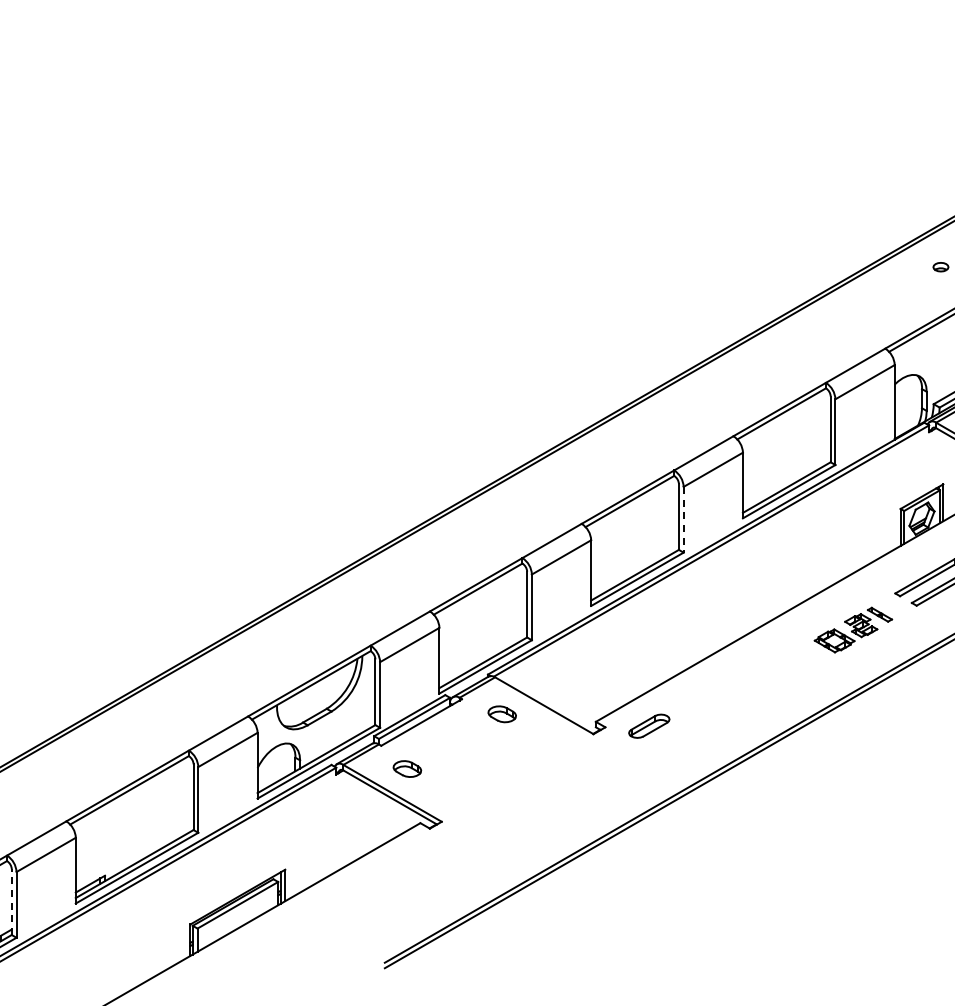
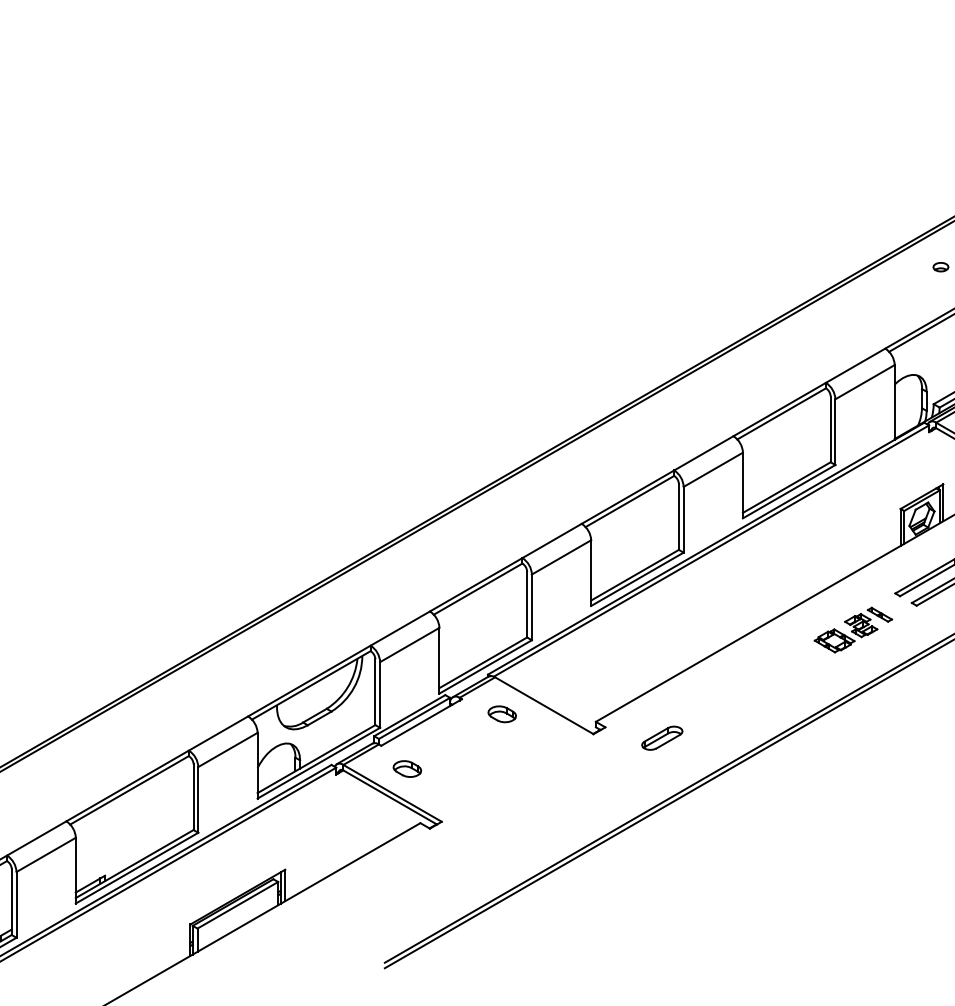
line at (683, 519): dashed -> solid
part at (649, 725) position: (649, 725) -> (662, 737)
line at (11, 902): dashed -> solid
